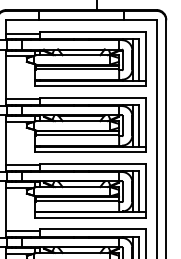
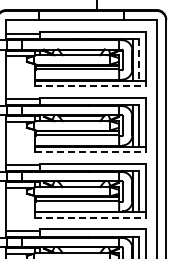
line at (138, 59): solid -> dashed
line at (90, 86): solid -> dashed
line at (90, 152): solid -> dashed
line at (90, 218): solid -> dashed
